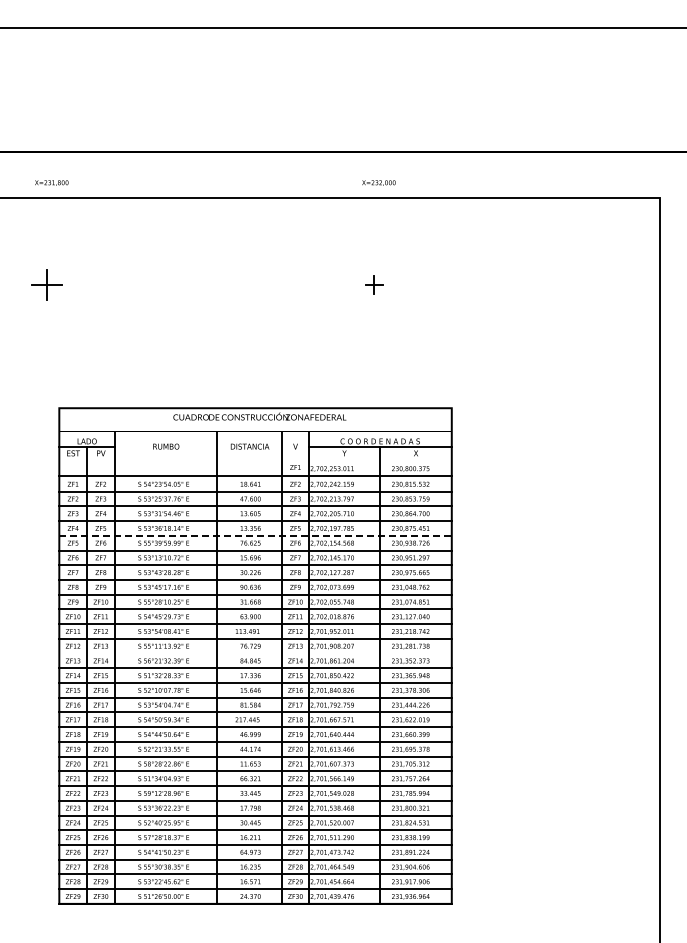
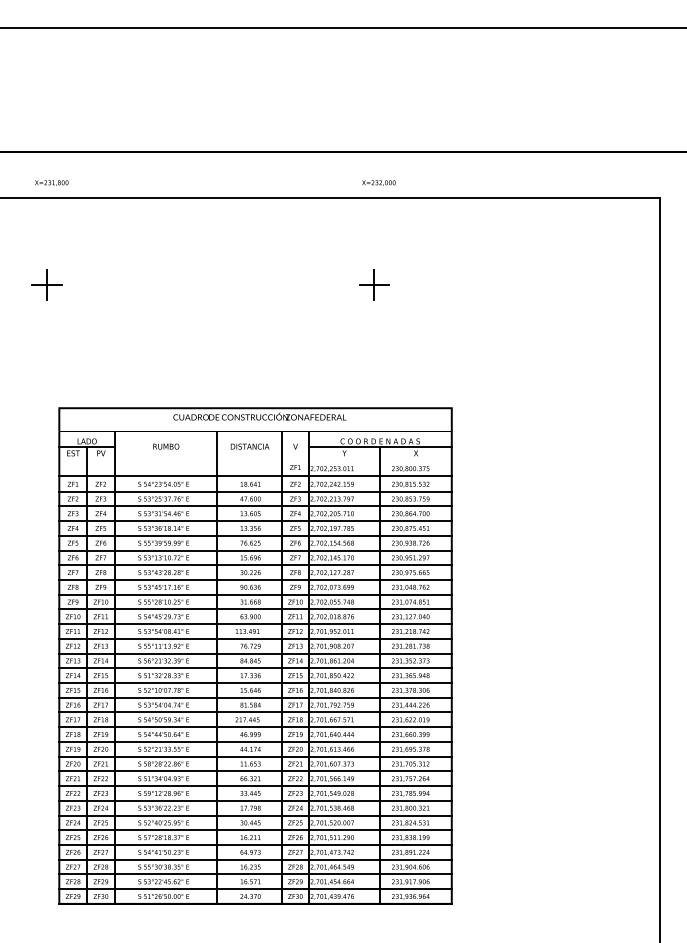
part at (374, 284) size: 19x20 px -> 31x32 px
line at (256, 535): dashed -> solid
line at (255, 653): none -> present
